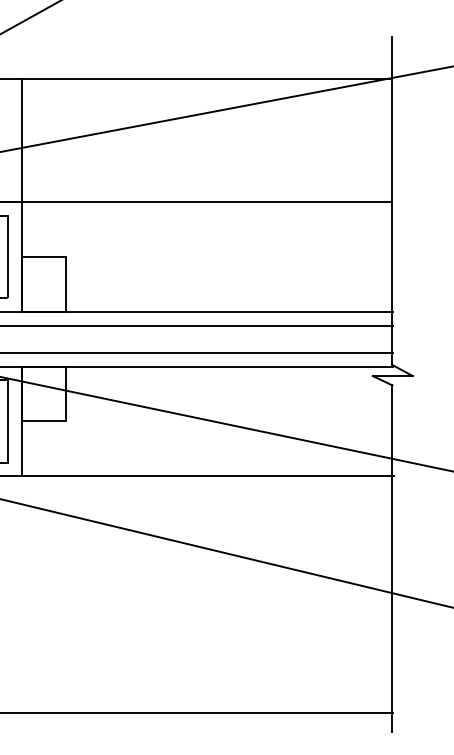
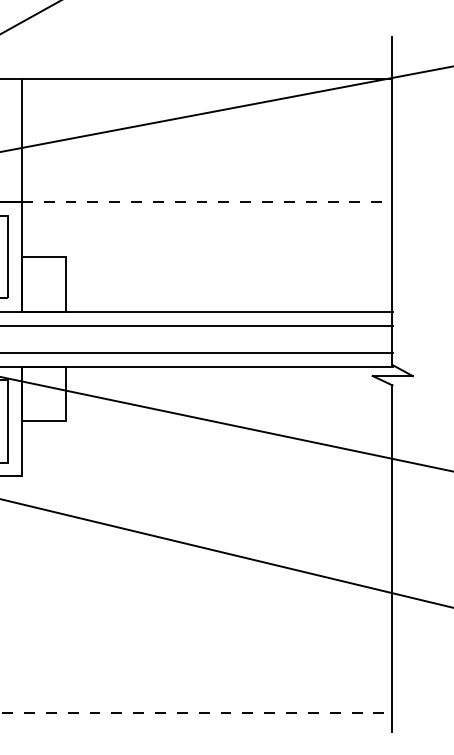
line at (207, 202): solid -> dashed
line at (207, 476): present -> none
line at (197, 713): solid -> dashed
